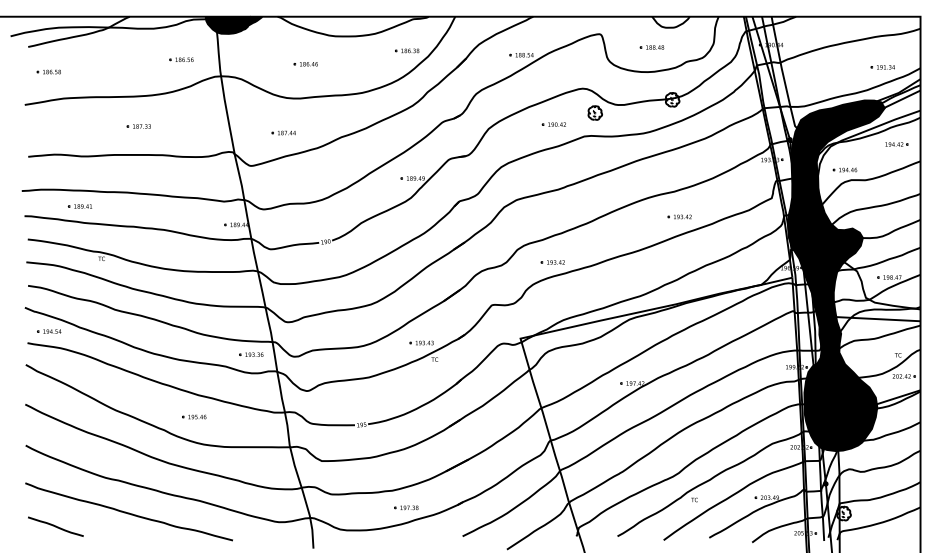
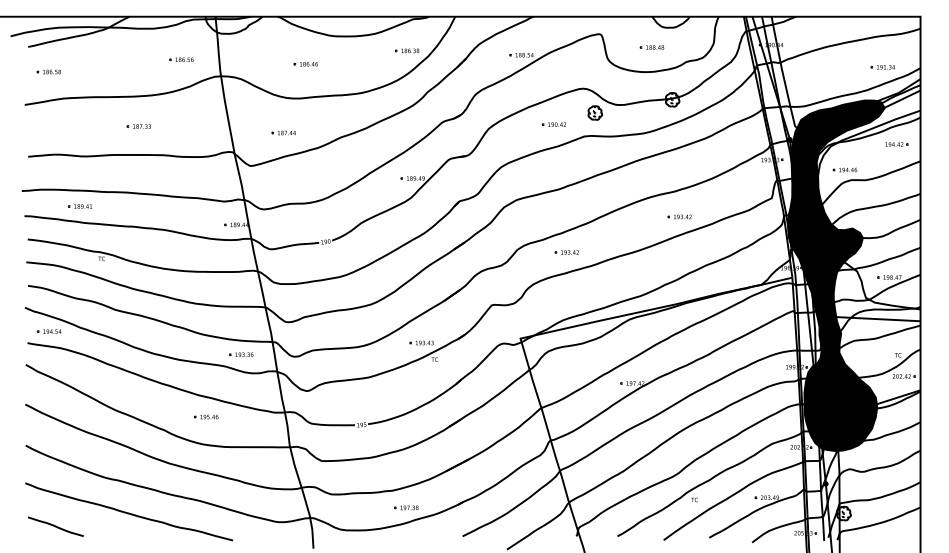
fill at (233, 24): present -> none
part at (552, 262) position: (552, 262) -> (566, 252)
part at (251, 354) position: (251, 354) -> (241, 354)
part at (194, 416) position: (194, 416) -> (206, 416)
